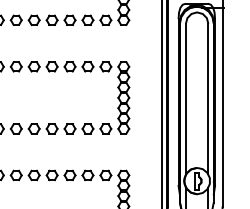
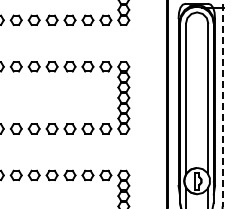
line at (161, 103): present -> none
line at (222, 104): solid -> dashed
